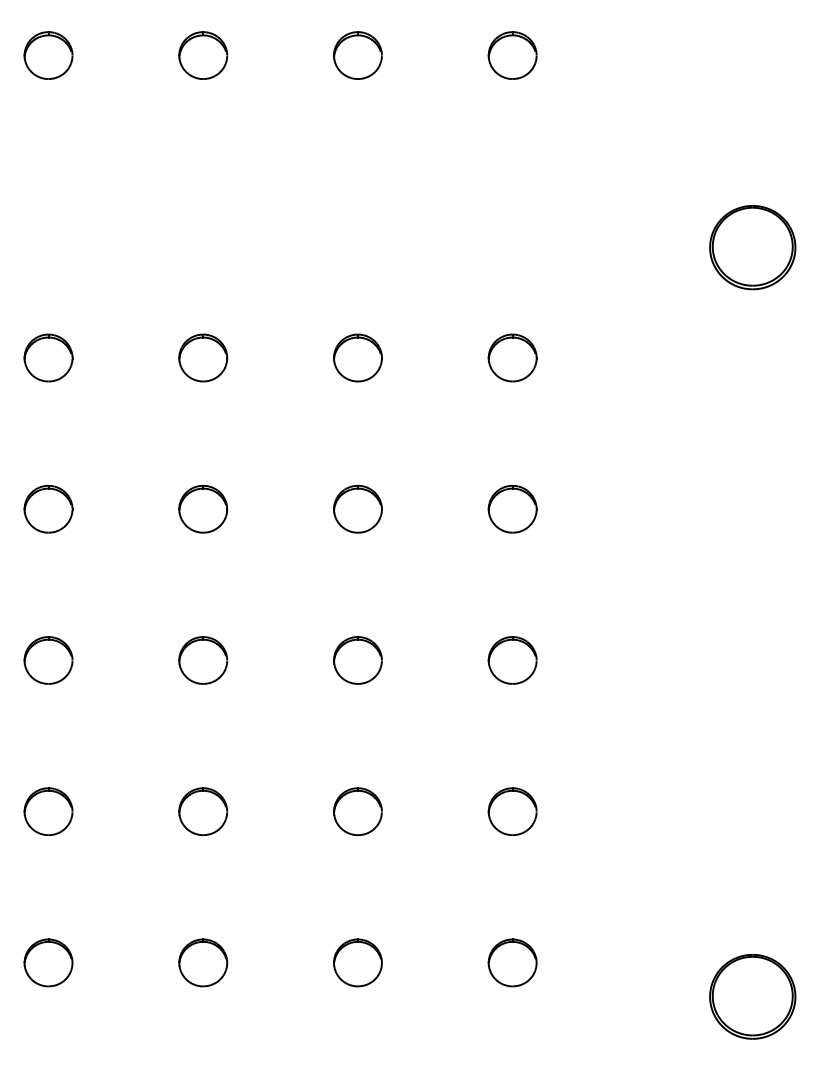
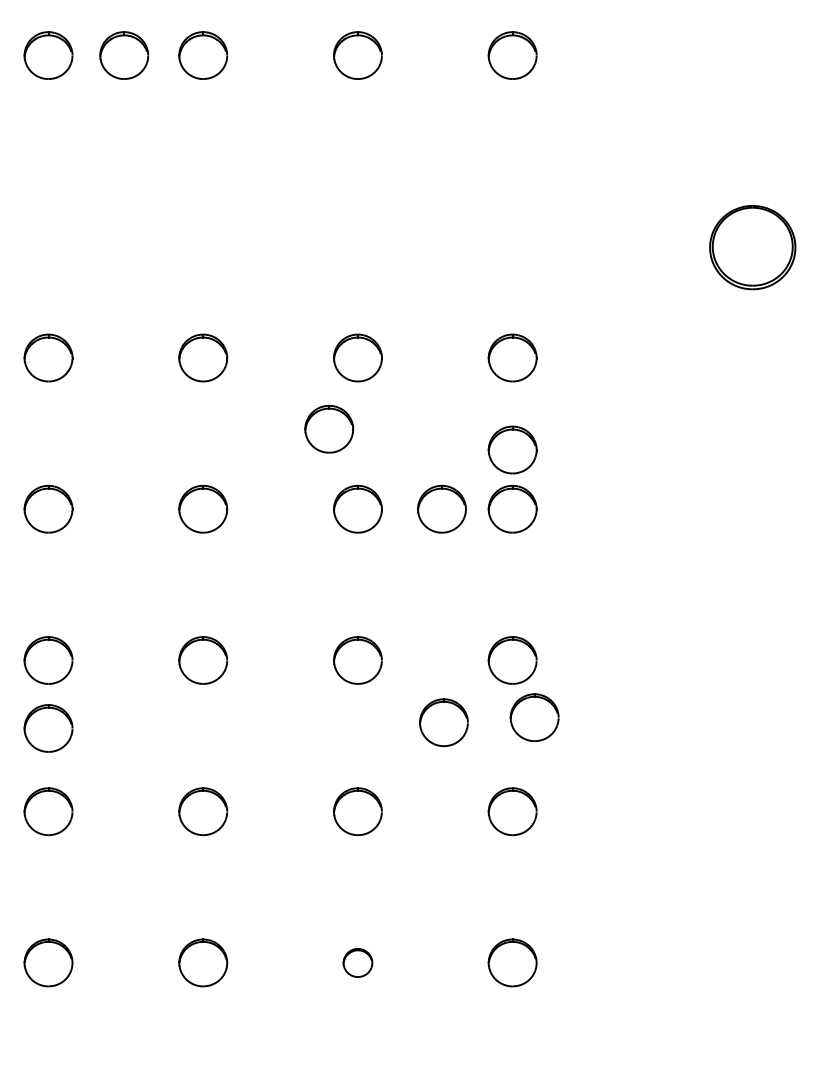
part at (124, 55): none -> present
part at (329, 428): none -> present
part at (512, 449): none -> present
part at (441, 508): none -> present
part at (534, 717): none -> present
part at (443, 722): none -> present
part at (48, 728): none -> present
part at (357, 962) size: 50x50 px -> 32x30 px
part at (752, 996): present -> none
